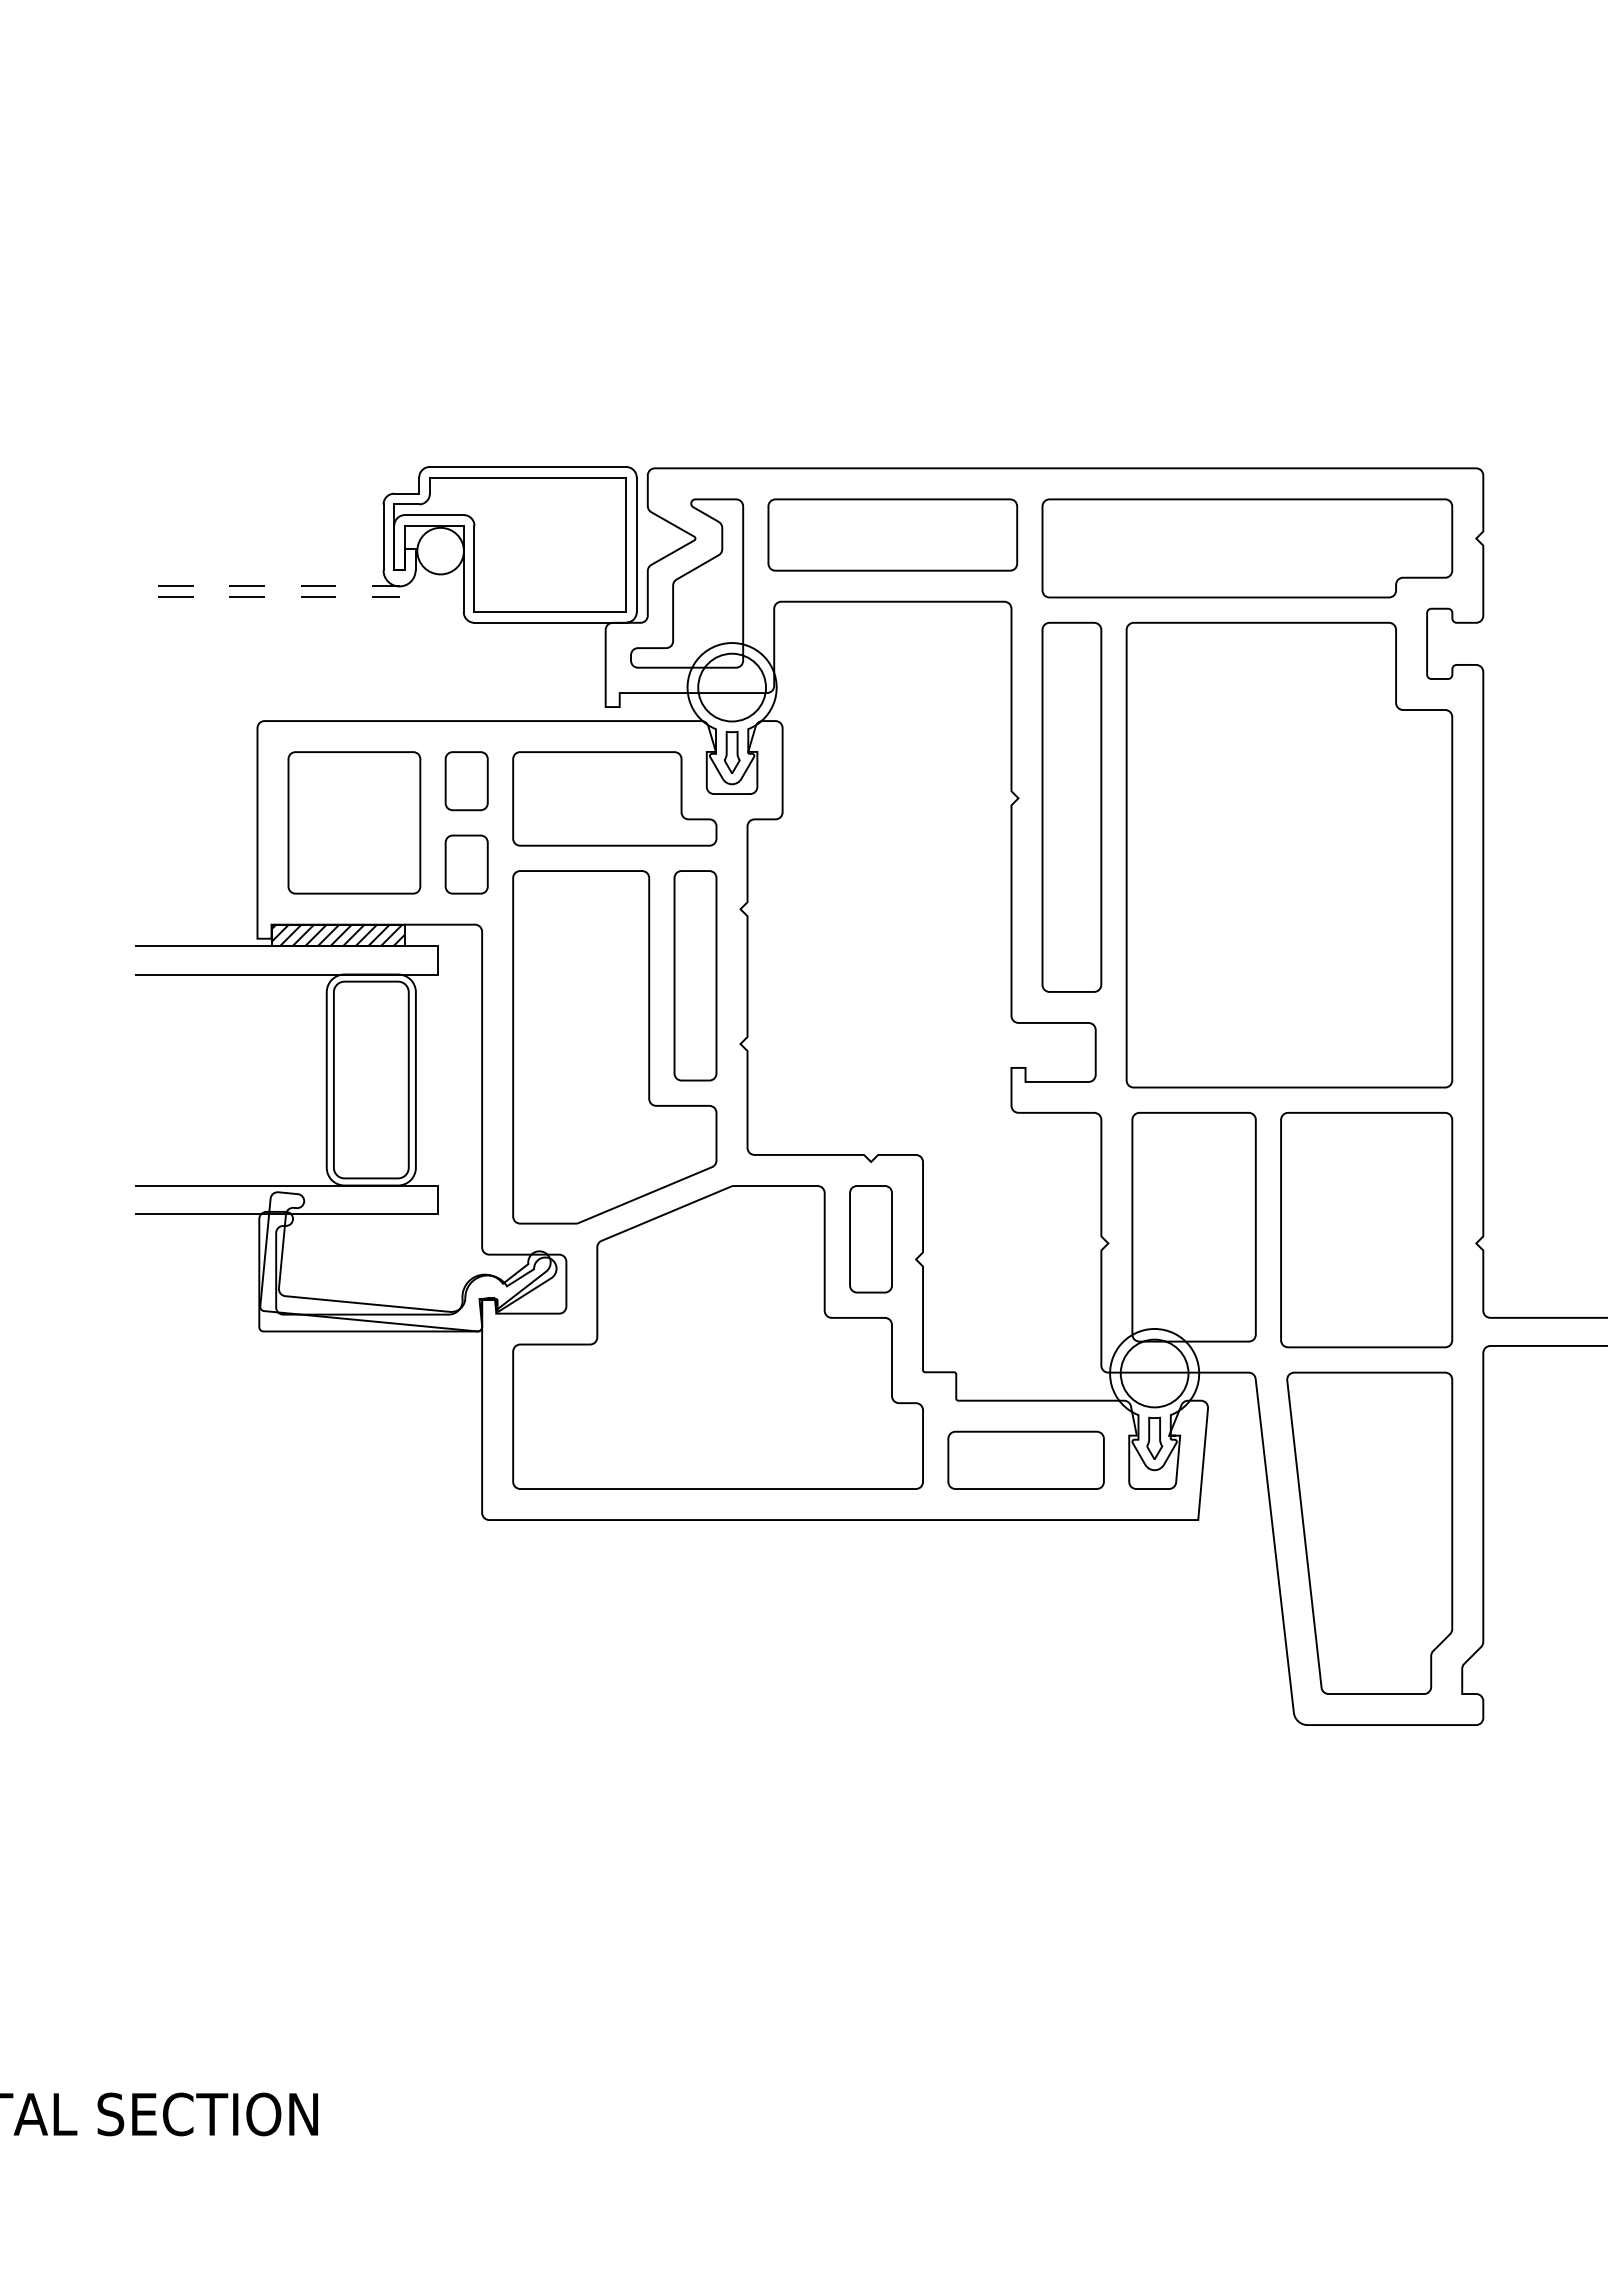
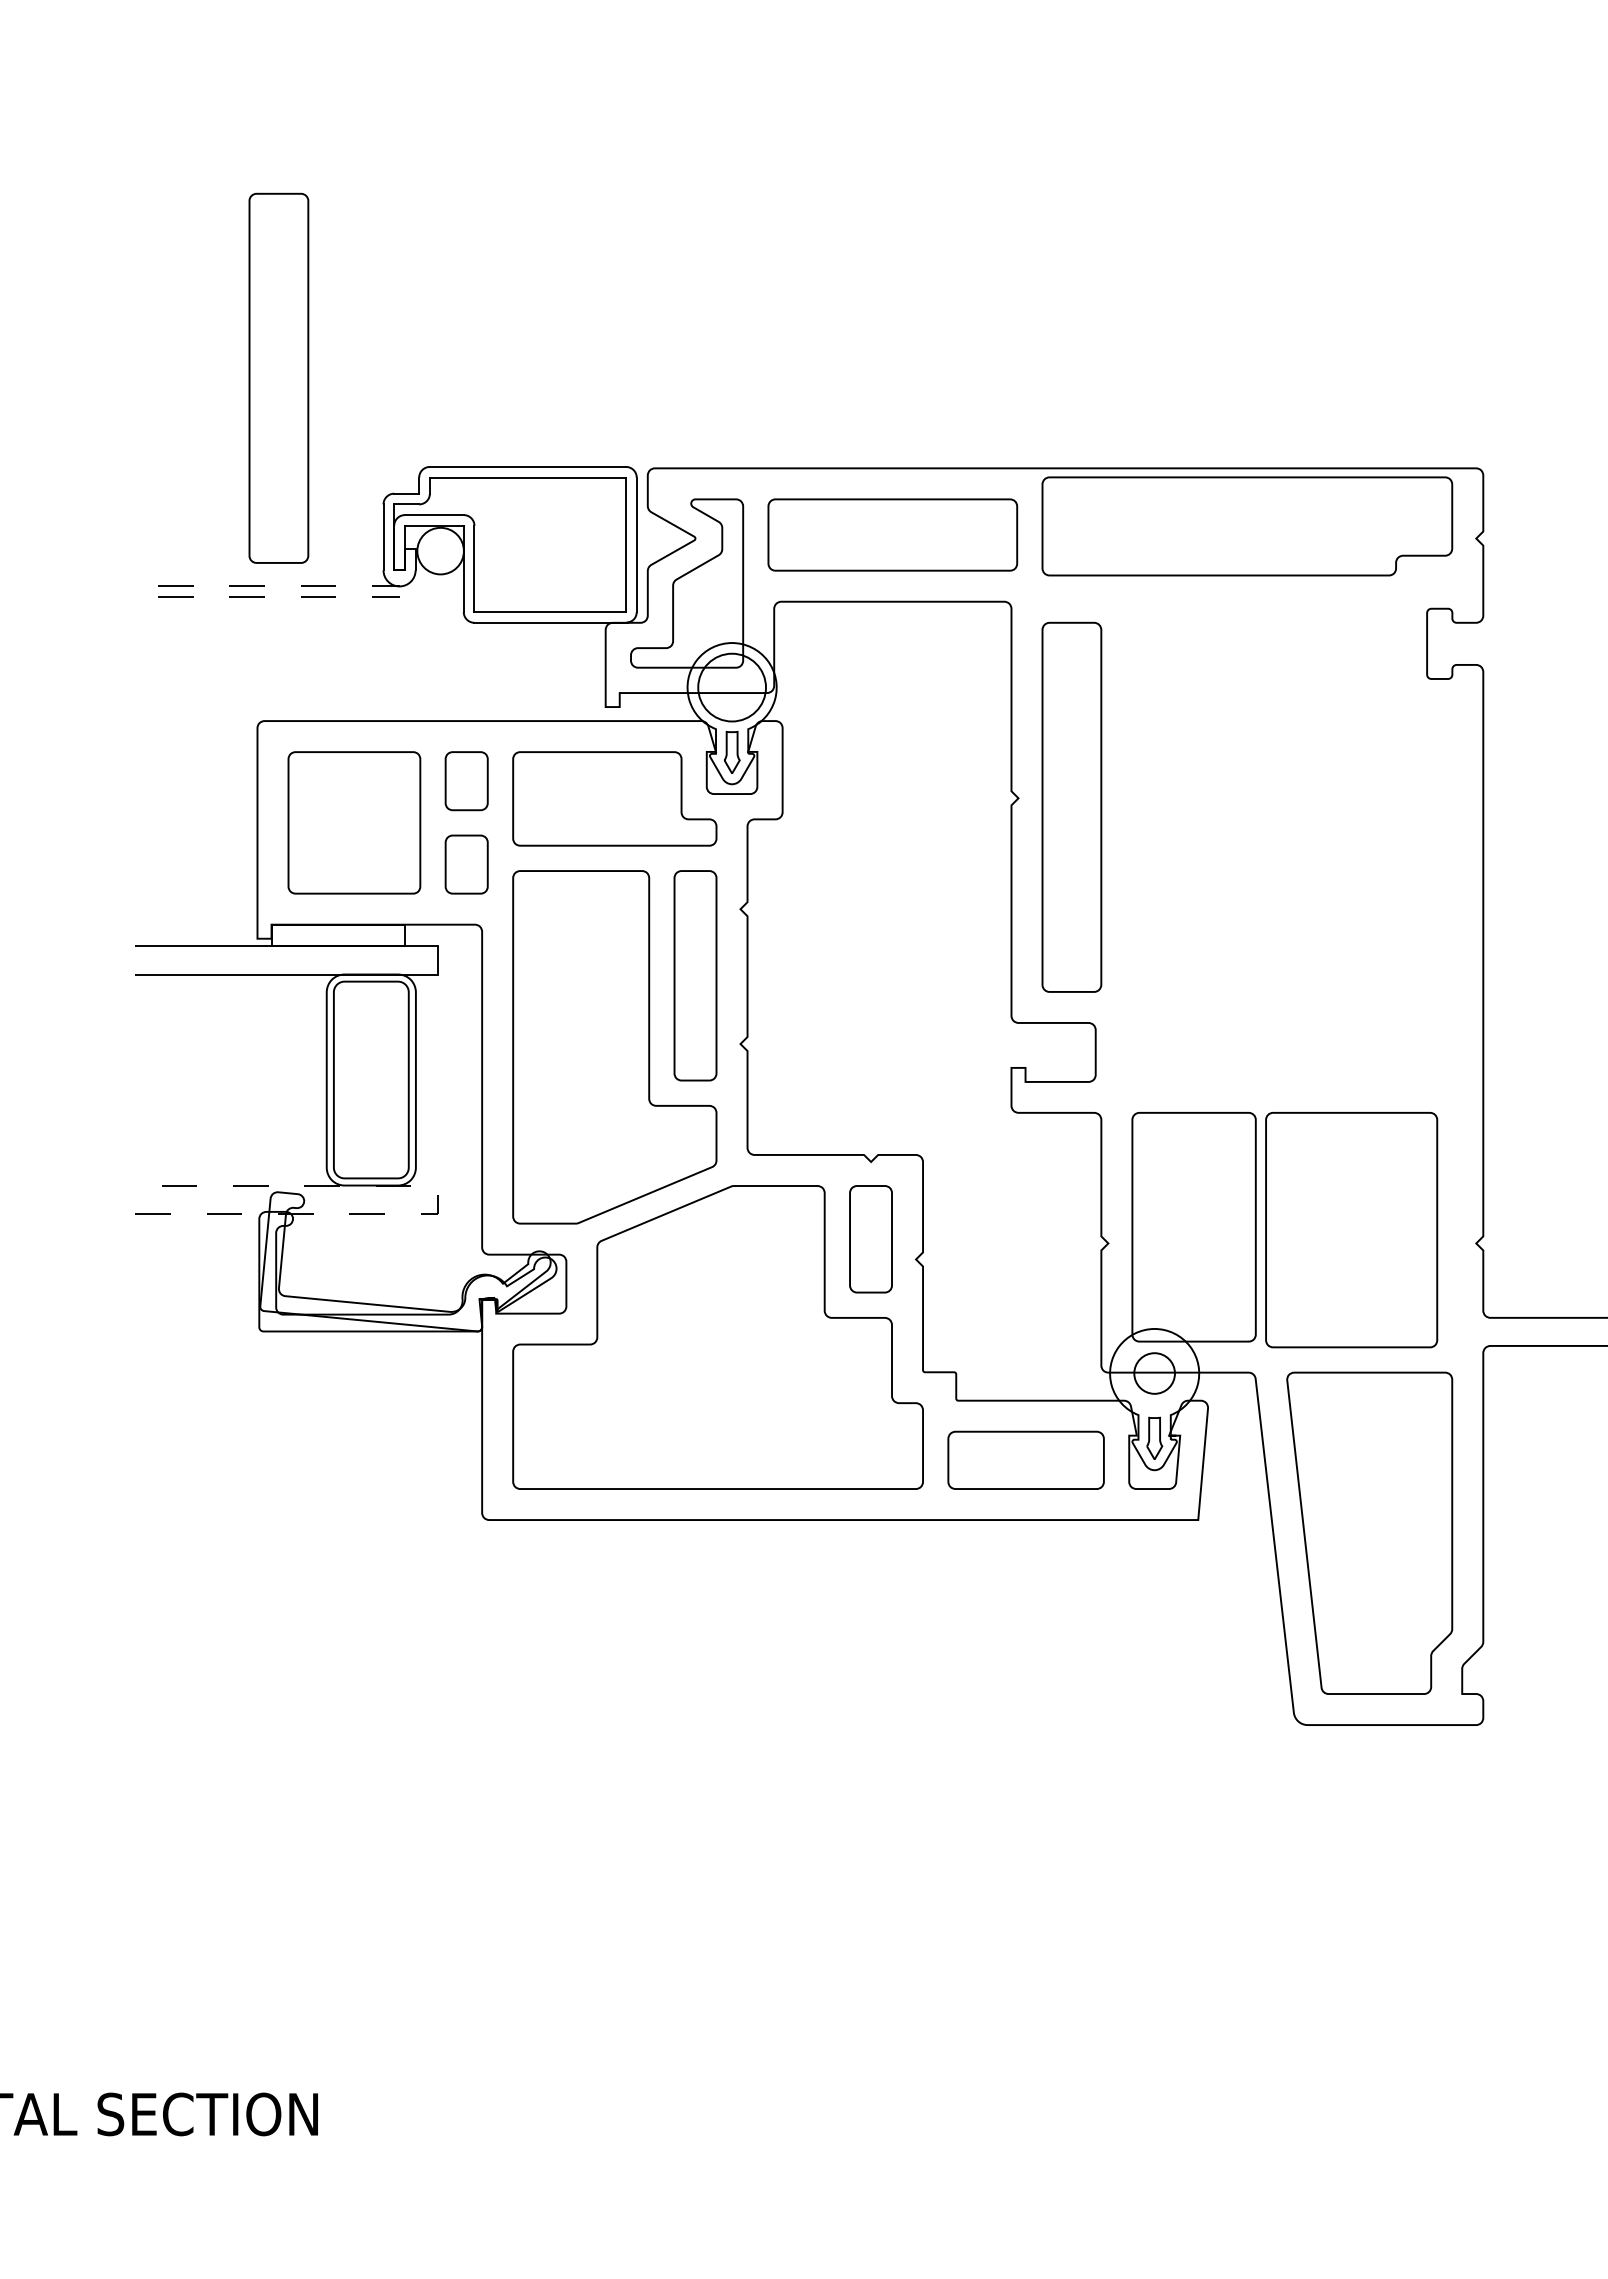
part at (278, 377): none -> present
part at (1247, 548) position: (1247, 548) -> (1247, 526)
part at (1289, 854): present -> none
hatch at (338, 935): present -> none
line at (437, 1199): solid -> dashed
part at (1366, 1230) position: (1366, 1230) -> (1351, 1230)
circle at (1154, 1373) diameter: 68 px -> 41 px
